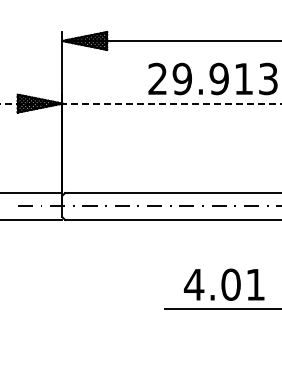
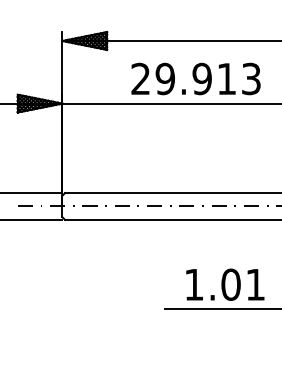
text at (212, 78) position: (212, 78) -> (195, 78)
line at (140, 103): dashed -> solid
text at (193, 284): 4.01 -> 1.01
